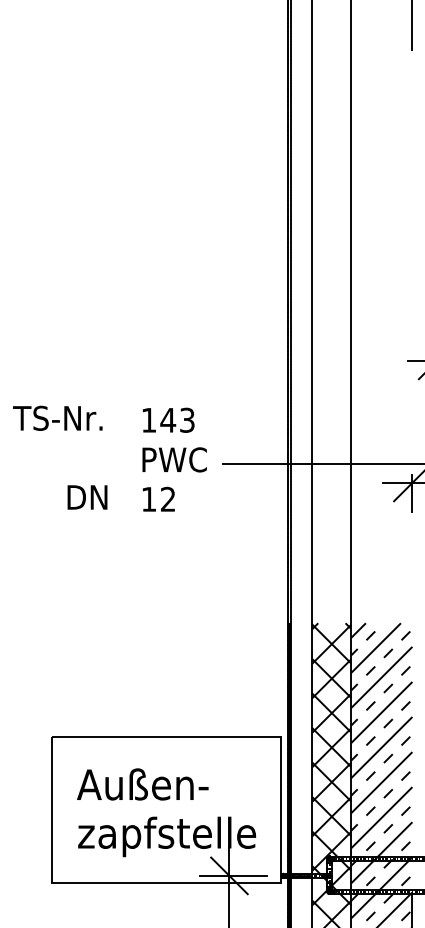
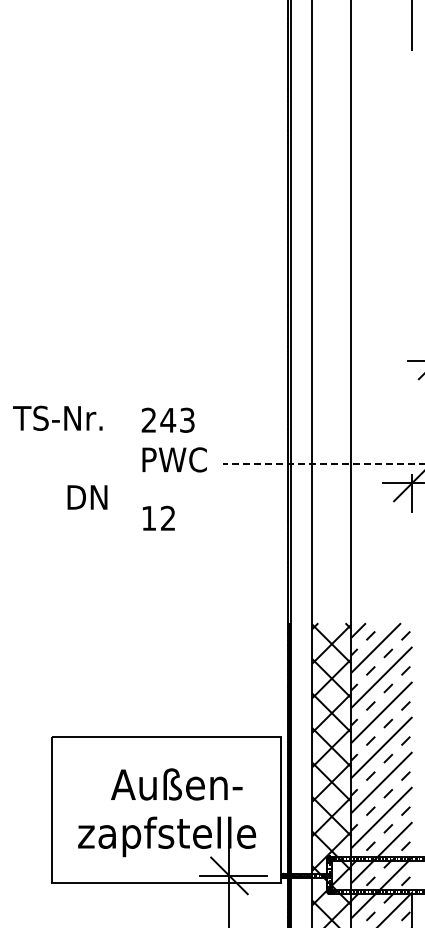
text at (148, 419): 143 -> 243
line at (323, 463): solid -> dashed
text at (158, 498) position: (158, 498) -> (158, 517)
text at (142, 784) position: (142, 784) -> (176, 784)
